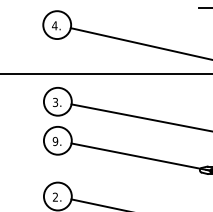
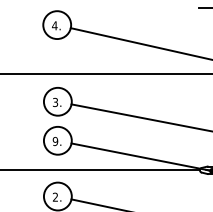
line at (100, 170): none -> present
